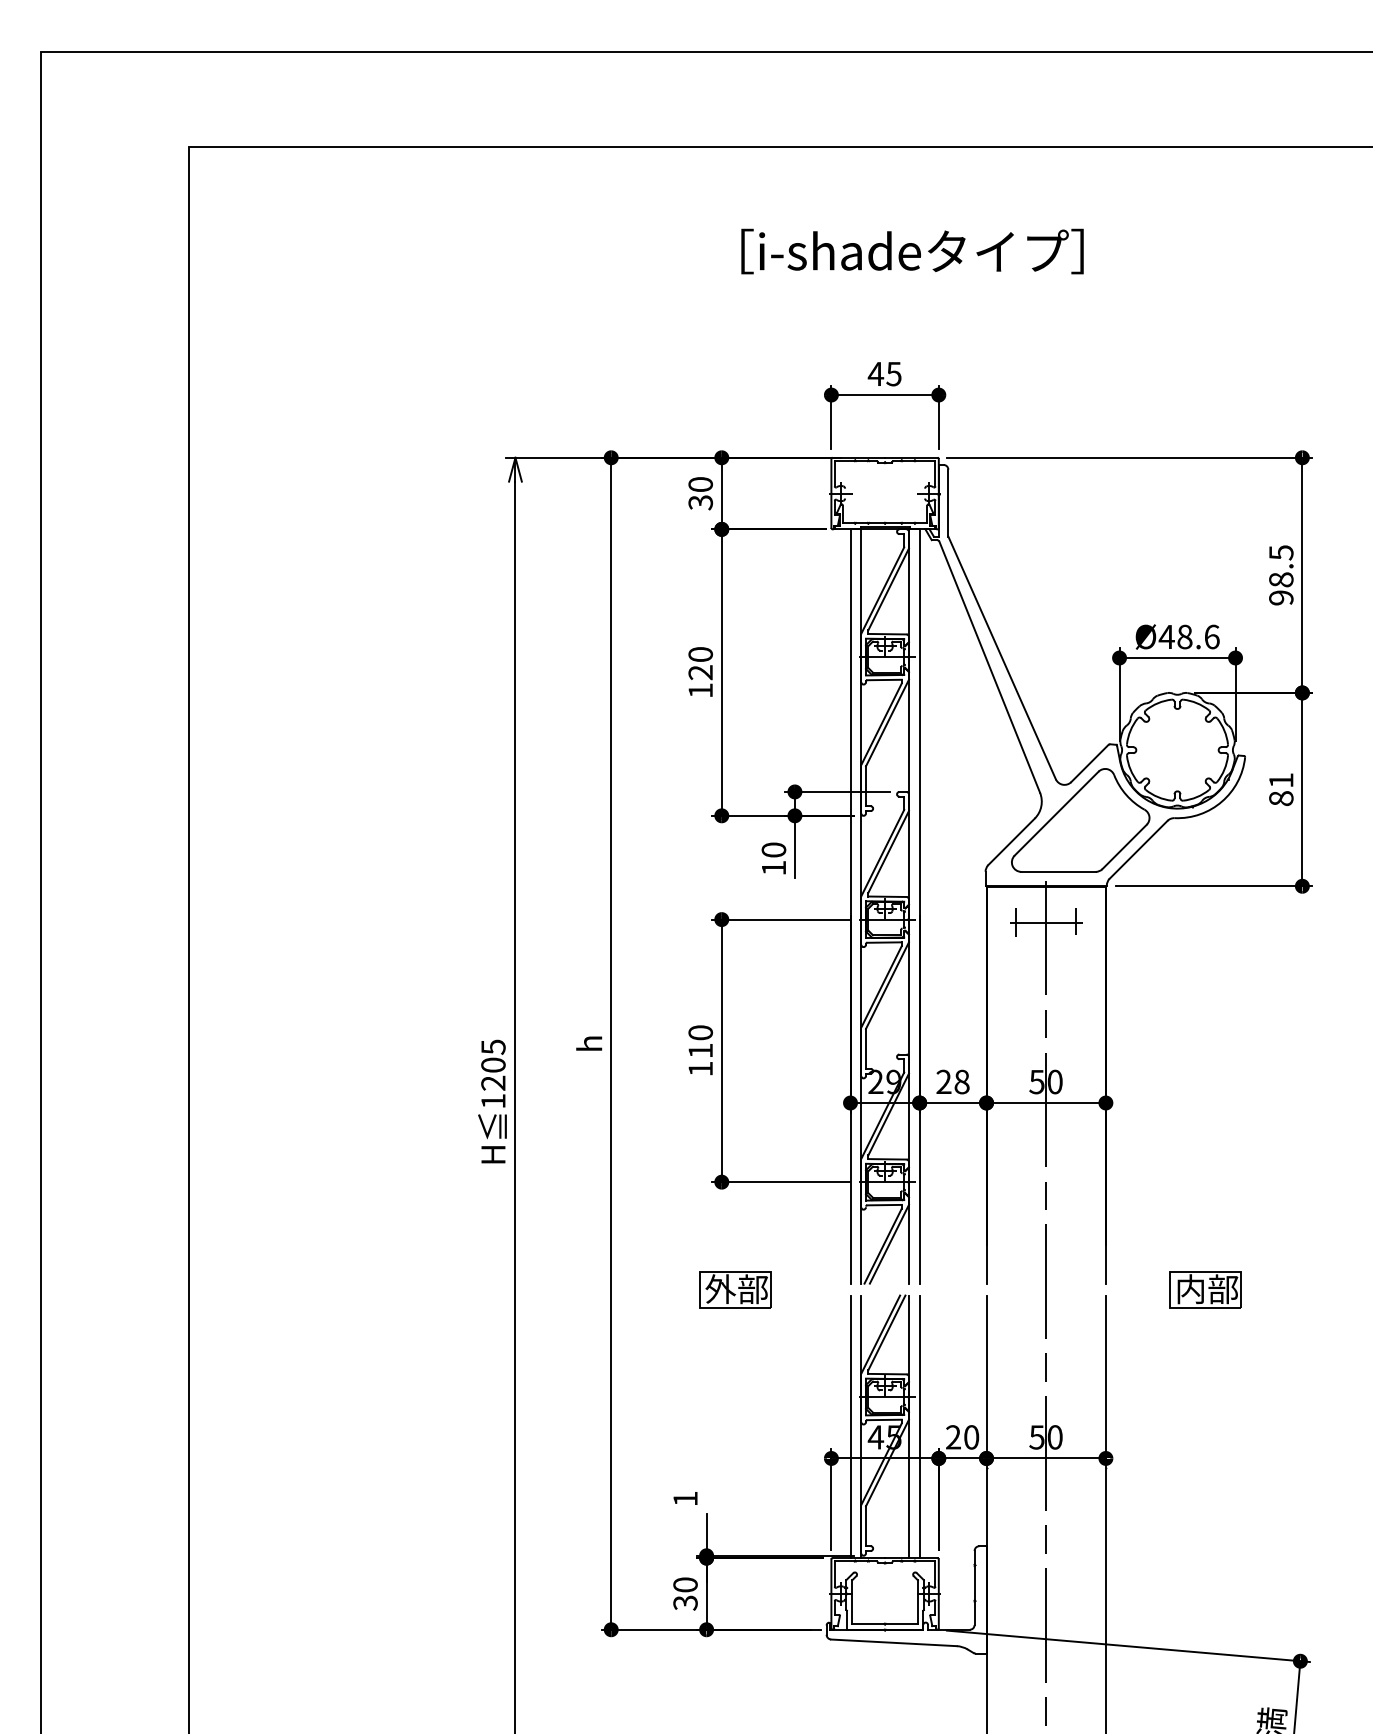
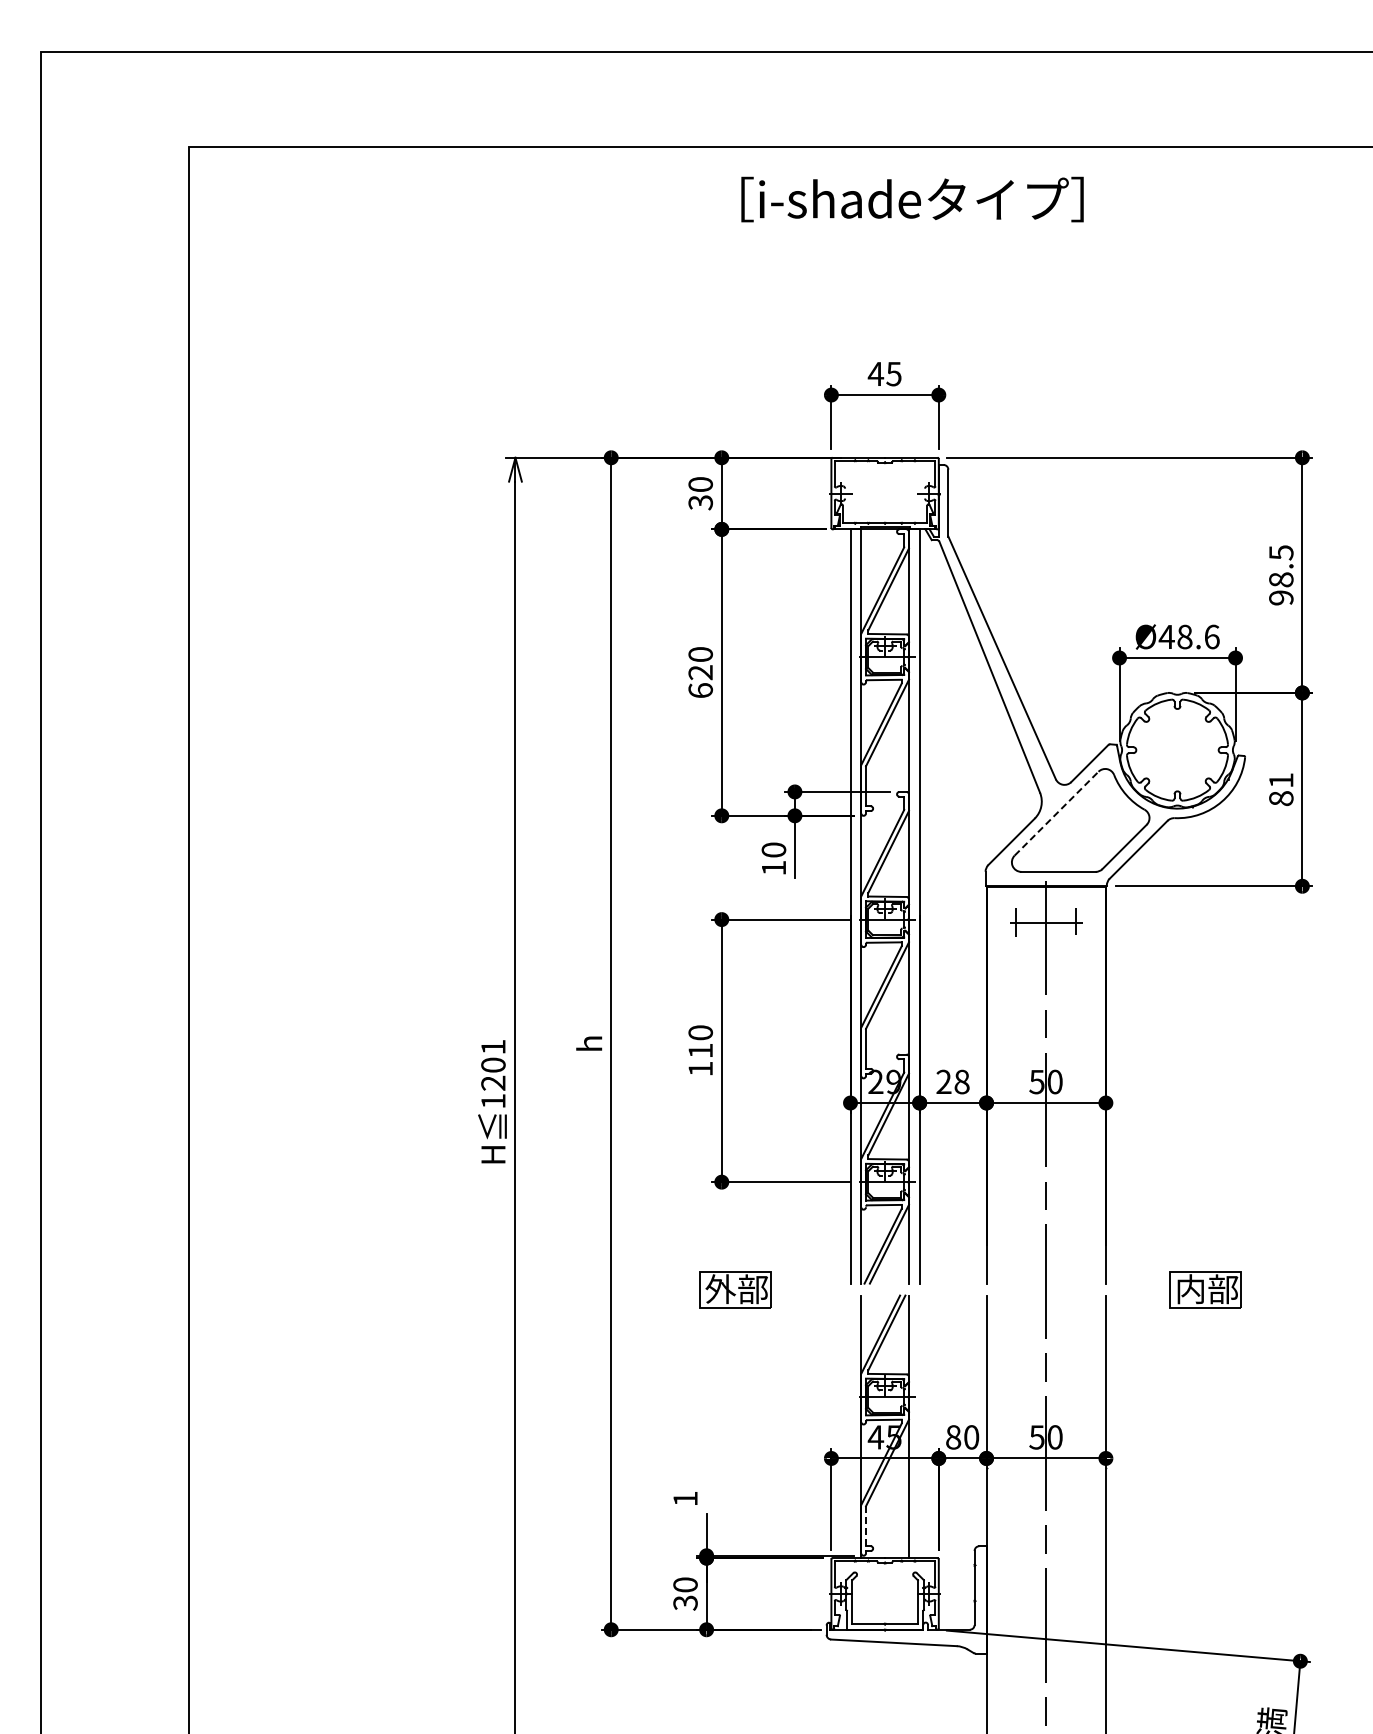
text at (912, 251) position: (912, 251) -> (912, 199)
text at (700, 690): 120 -> 620
line at (1056, 813): solid -> dashed
text at (493, 1046): 1205 -> 1201
line at (850, 1426): present -> none
line at (919, 1426): present -> none
text at (953, 1437): 20 -> 80
line at (866, 1526): solid -> dashed
